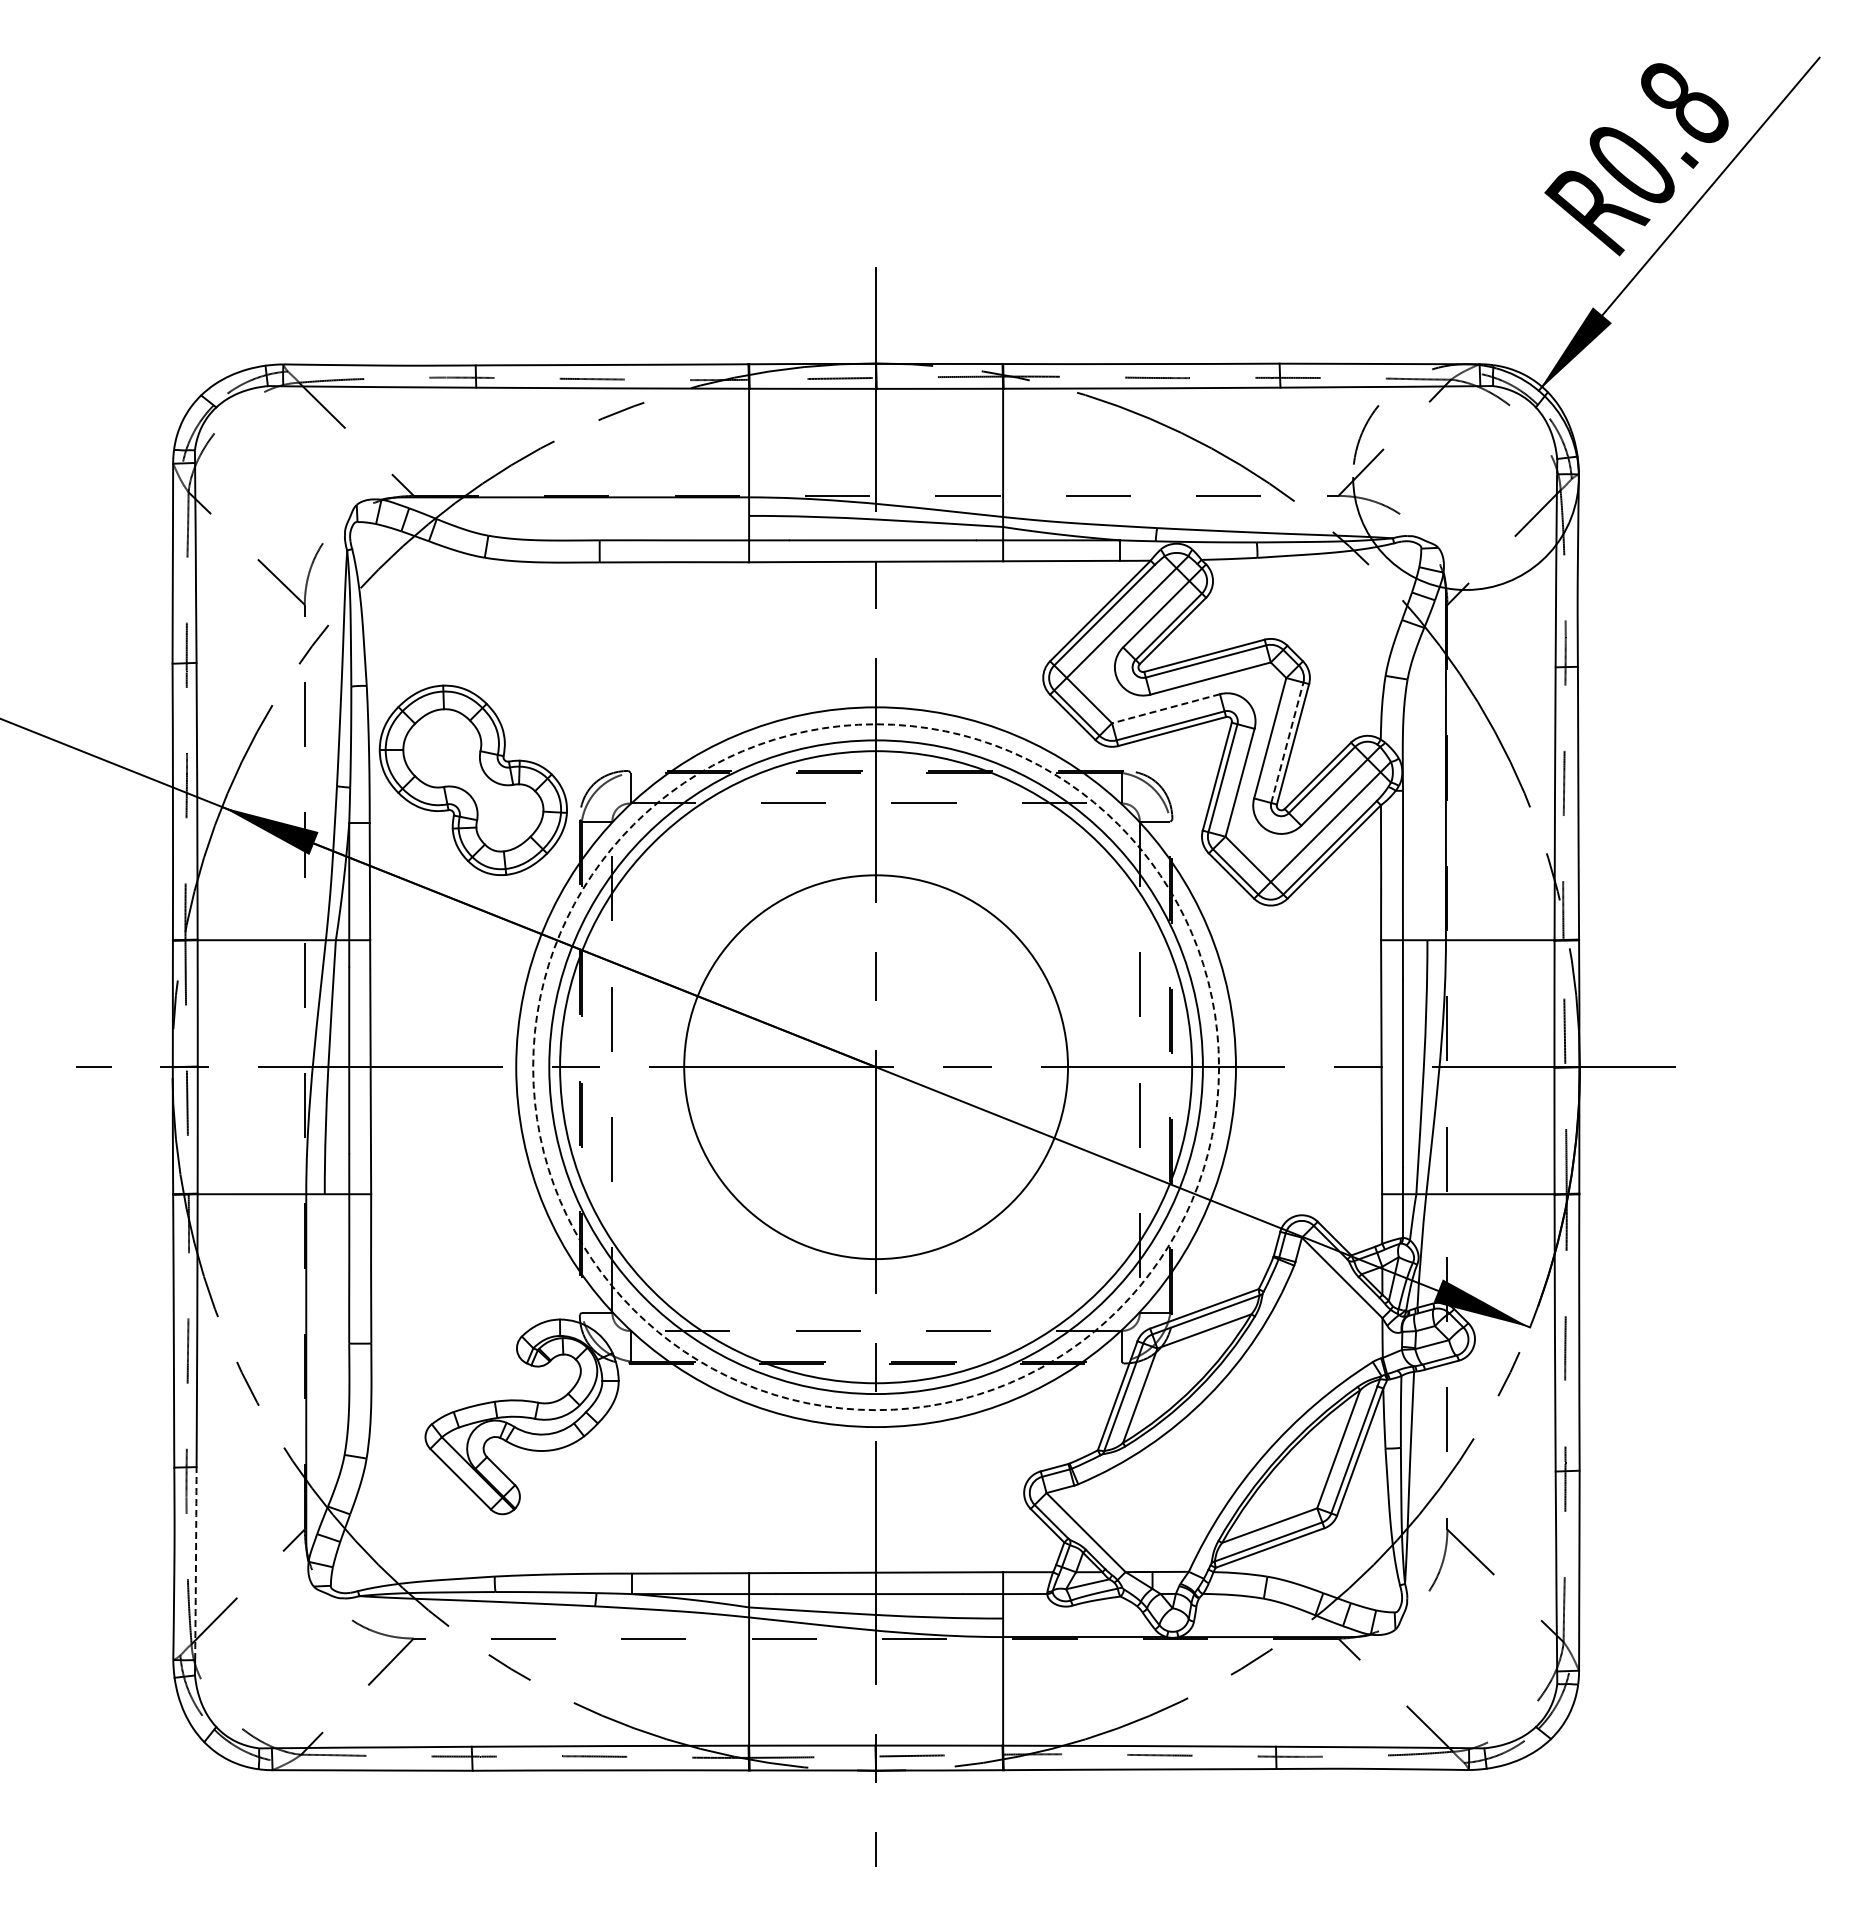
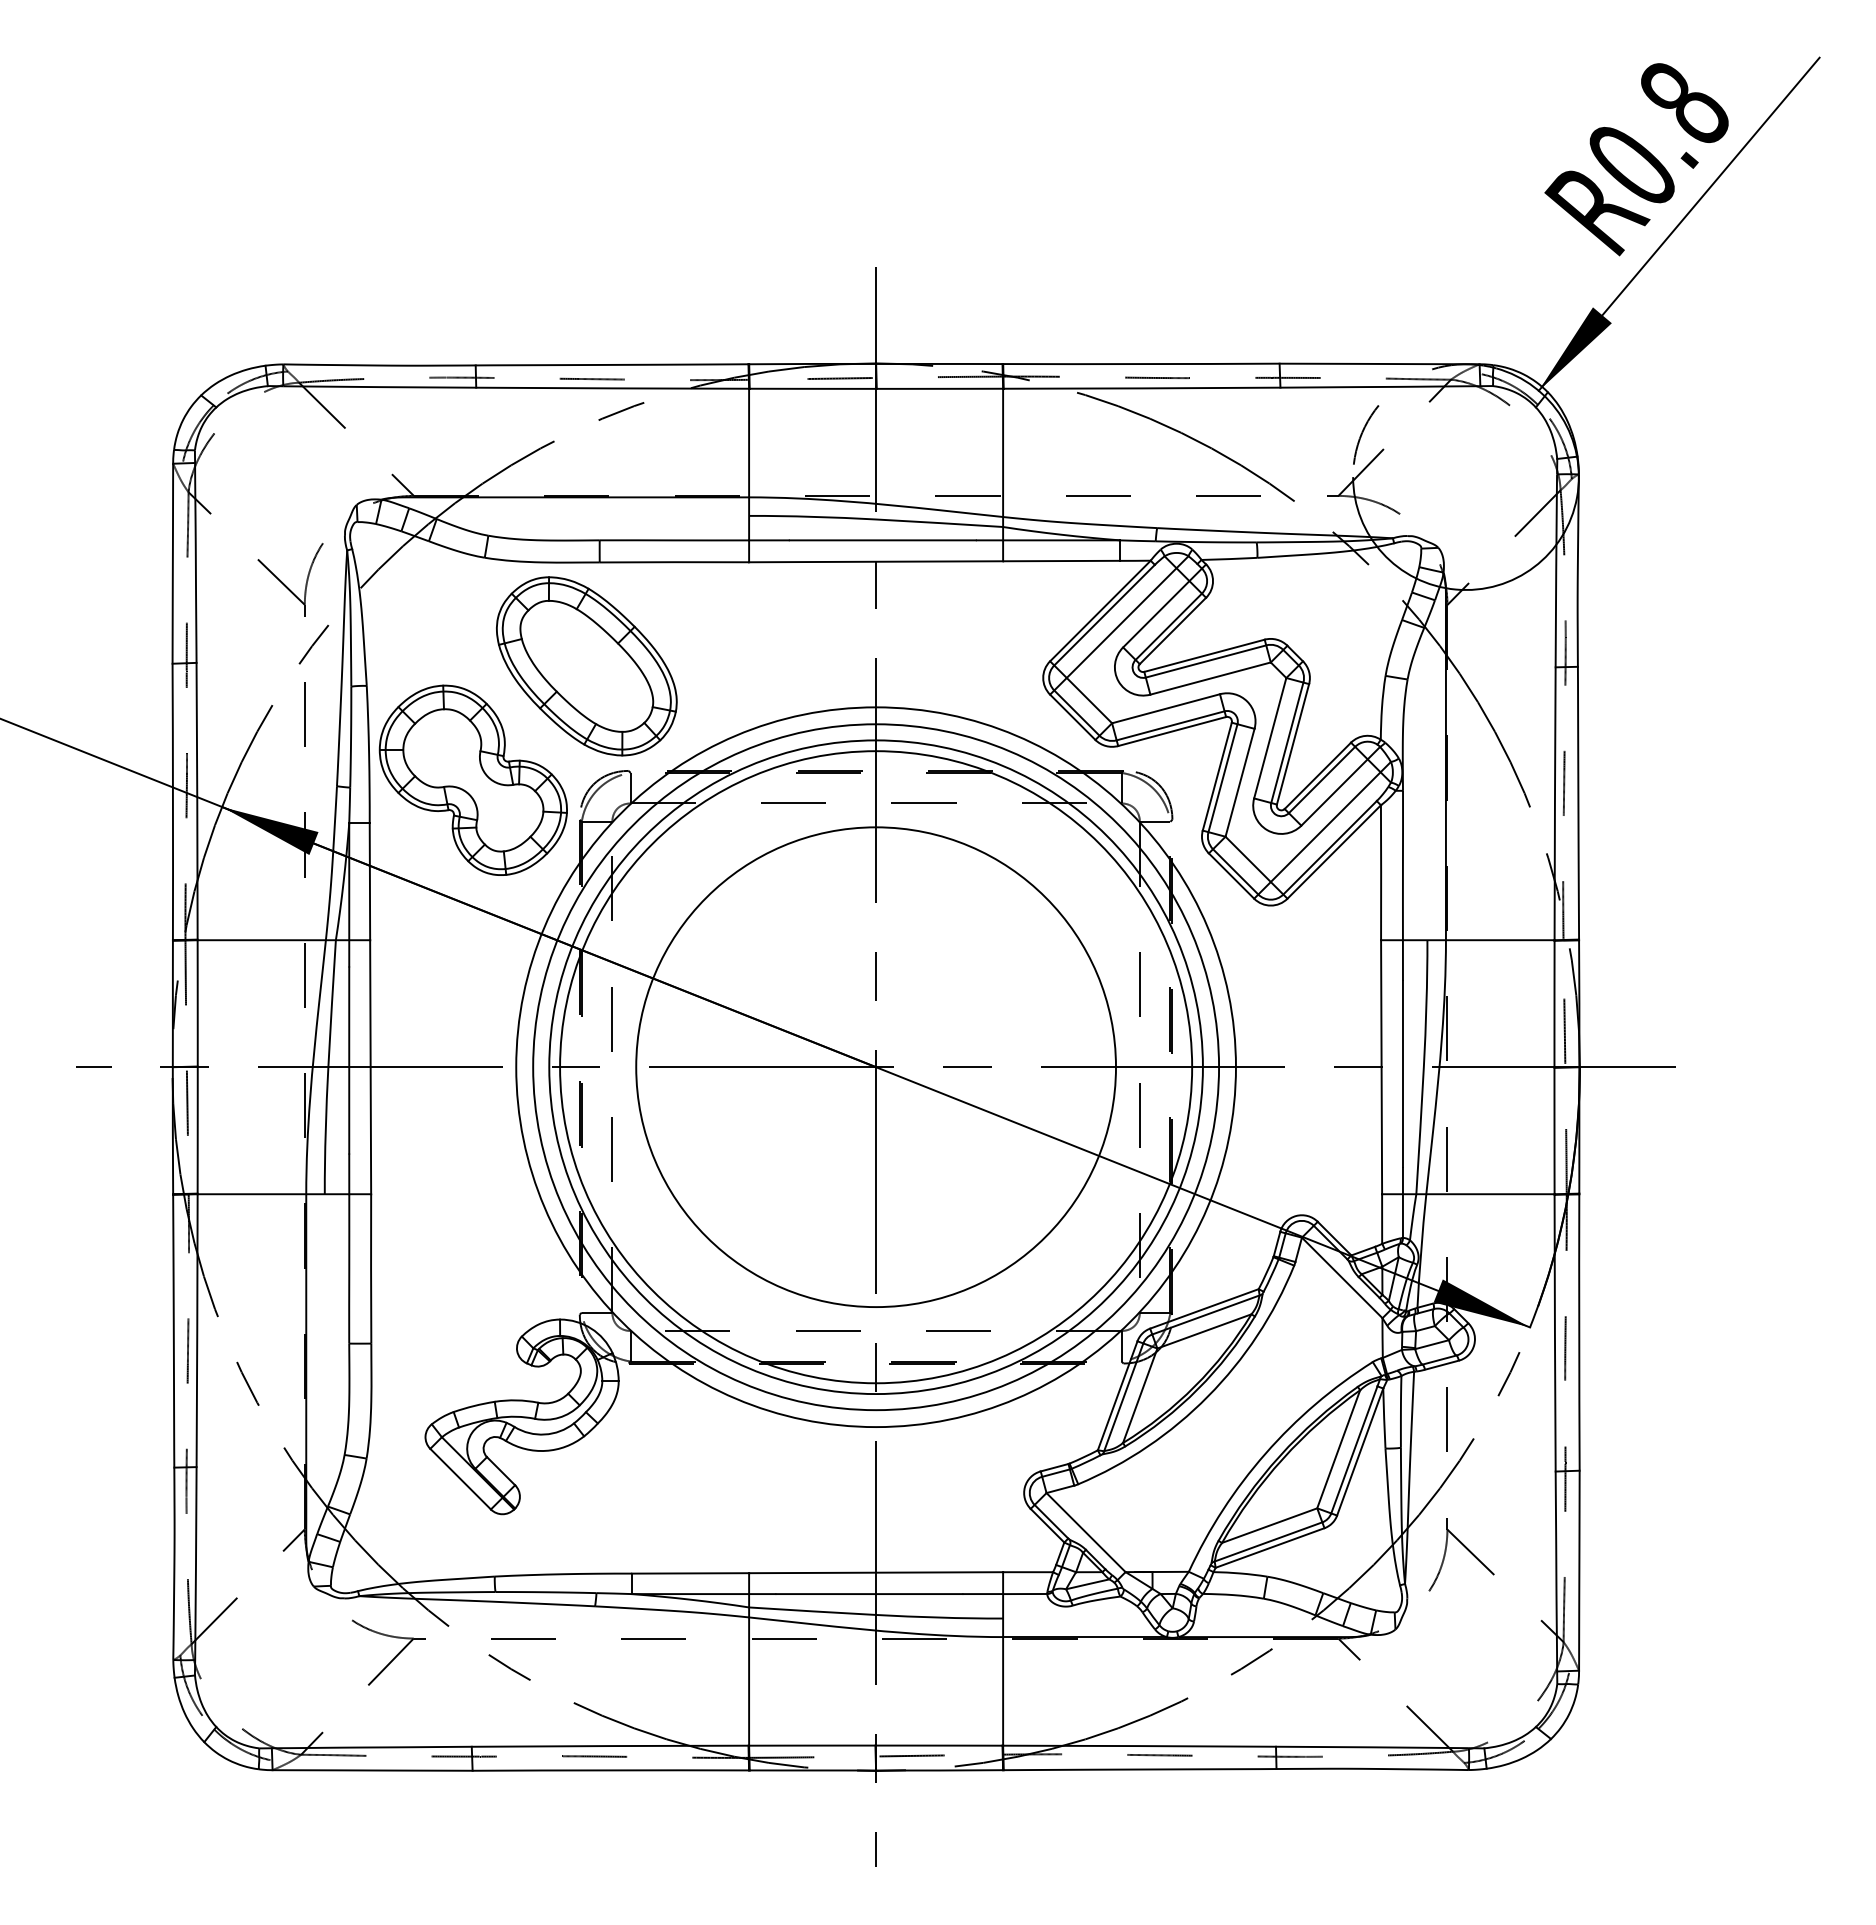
part at (586, 666): none -> present
line at (1166, 708): dashed -> solid
line at (1287, 742): dashed -> solid
circle at (876, 1067) diameter: 384 px -> 480 px
circle at (876, 1067): dashed -> solid
arc at (195, 1563): dashed -> solid
